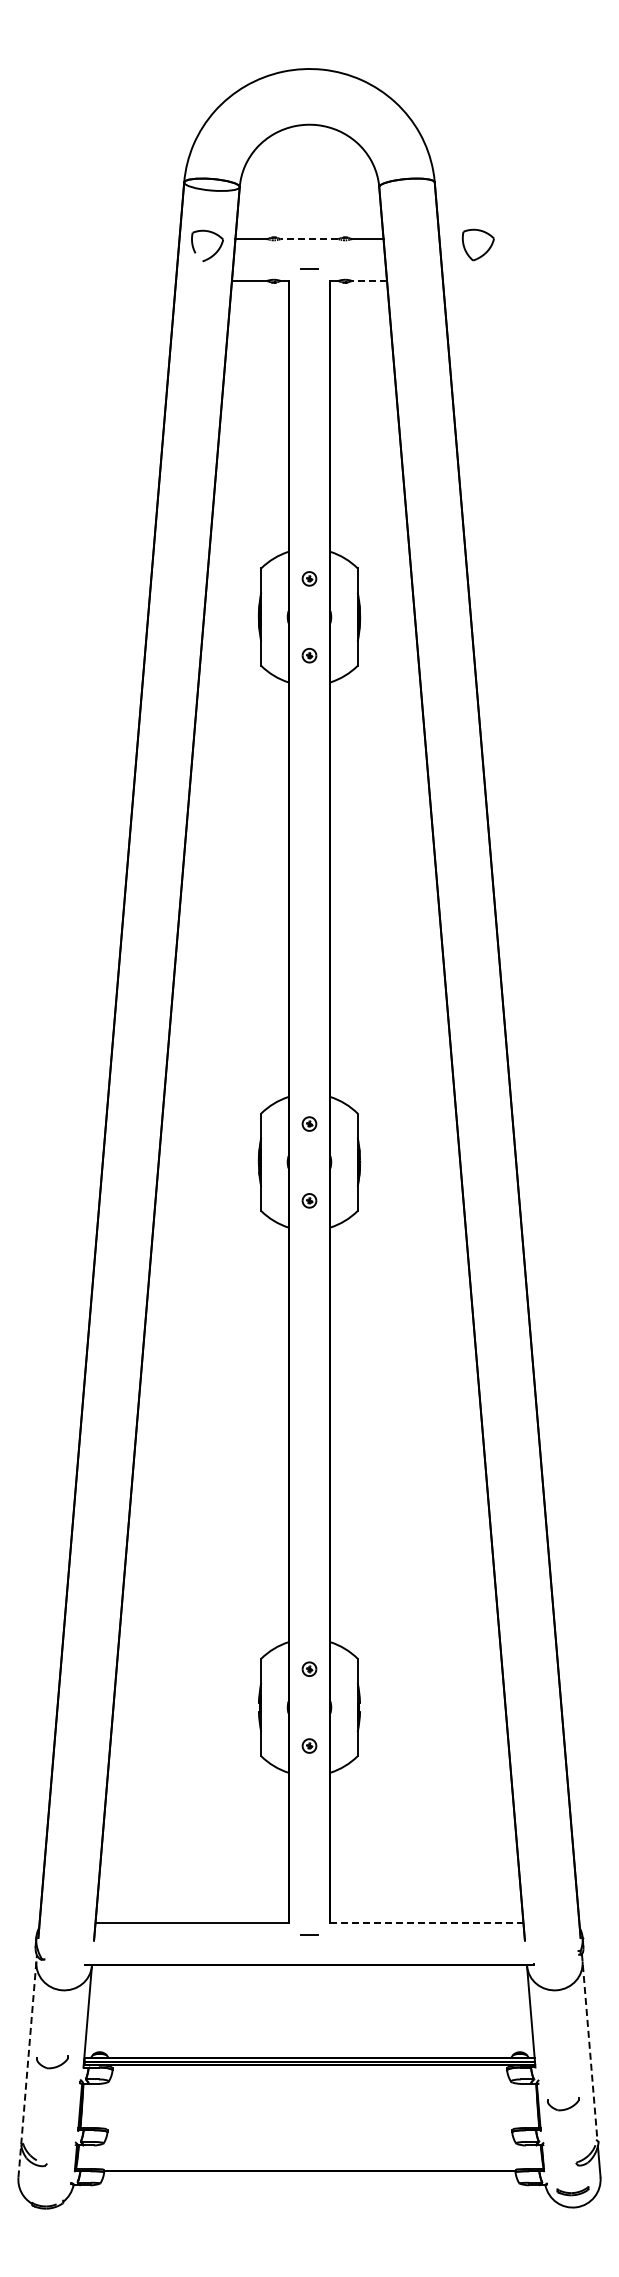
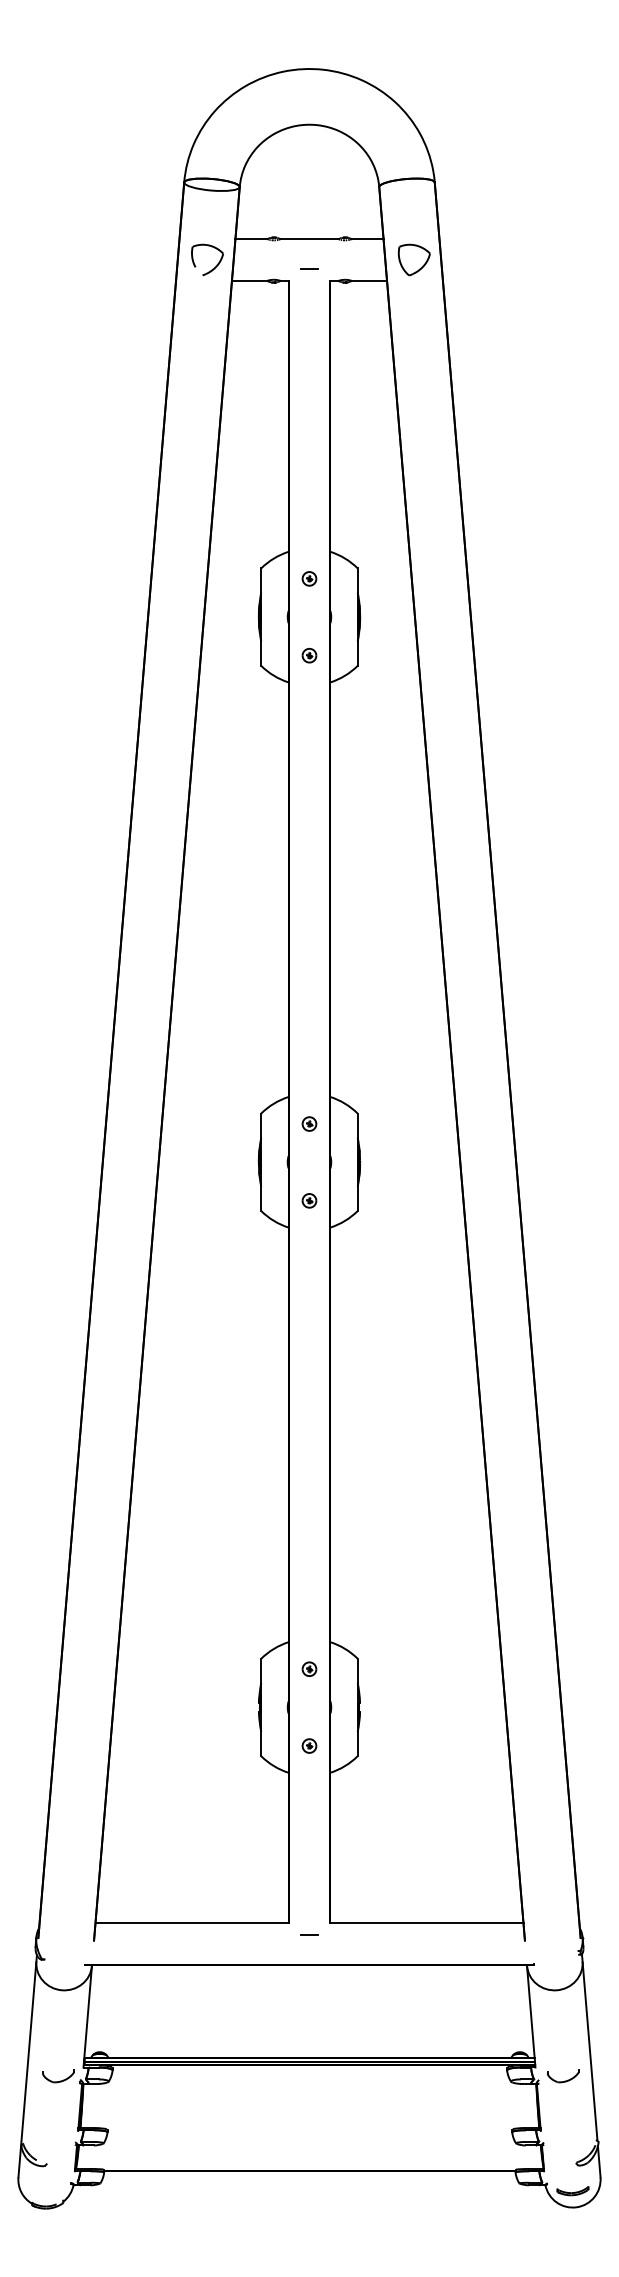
line at (309, 239): dashed -> solid
part at (477, 244) position: (477, 244) -> (413, 259)
part at (216, 250) position: (216, 250) -> (216, 264)
line at (369, 280): dashed -> solid
line at (426, 1923): dashed -> solid
line at (589, 2047): dashed -> solid
part at (52, 2062) position: (52, 2062) -> (58, 2076)
line at (27, 2066): dashed -> solid
part at (563, 2104) position: (563, 2104) -> (563, 2076)
